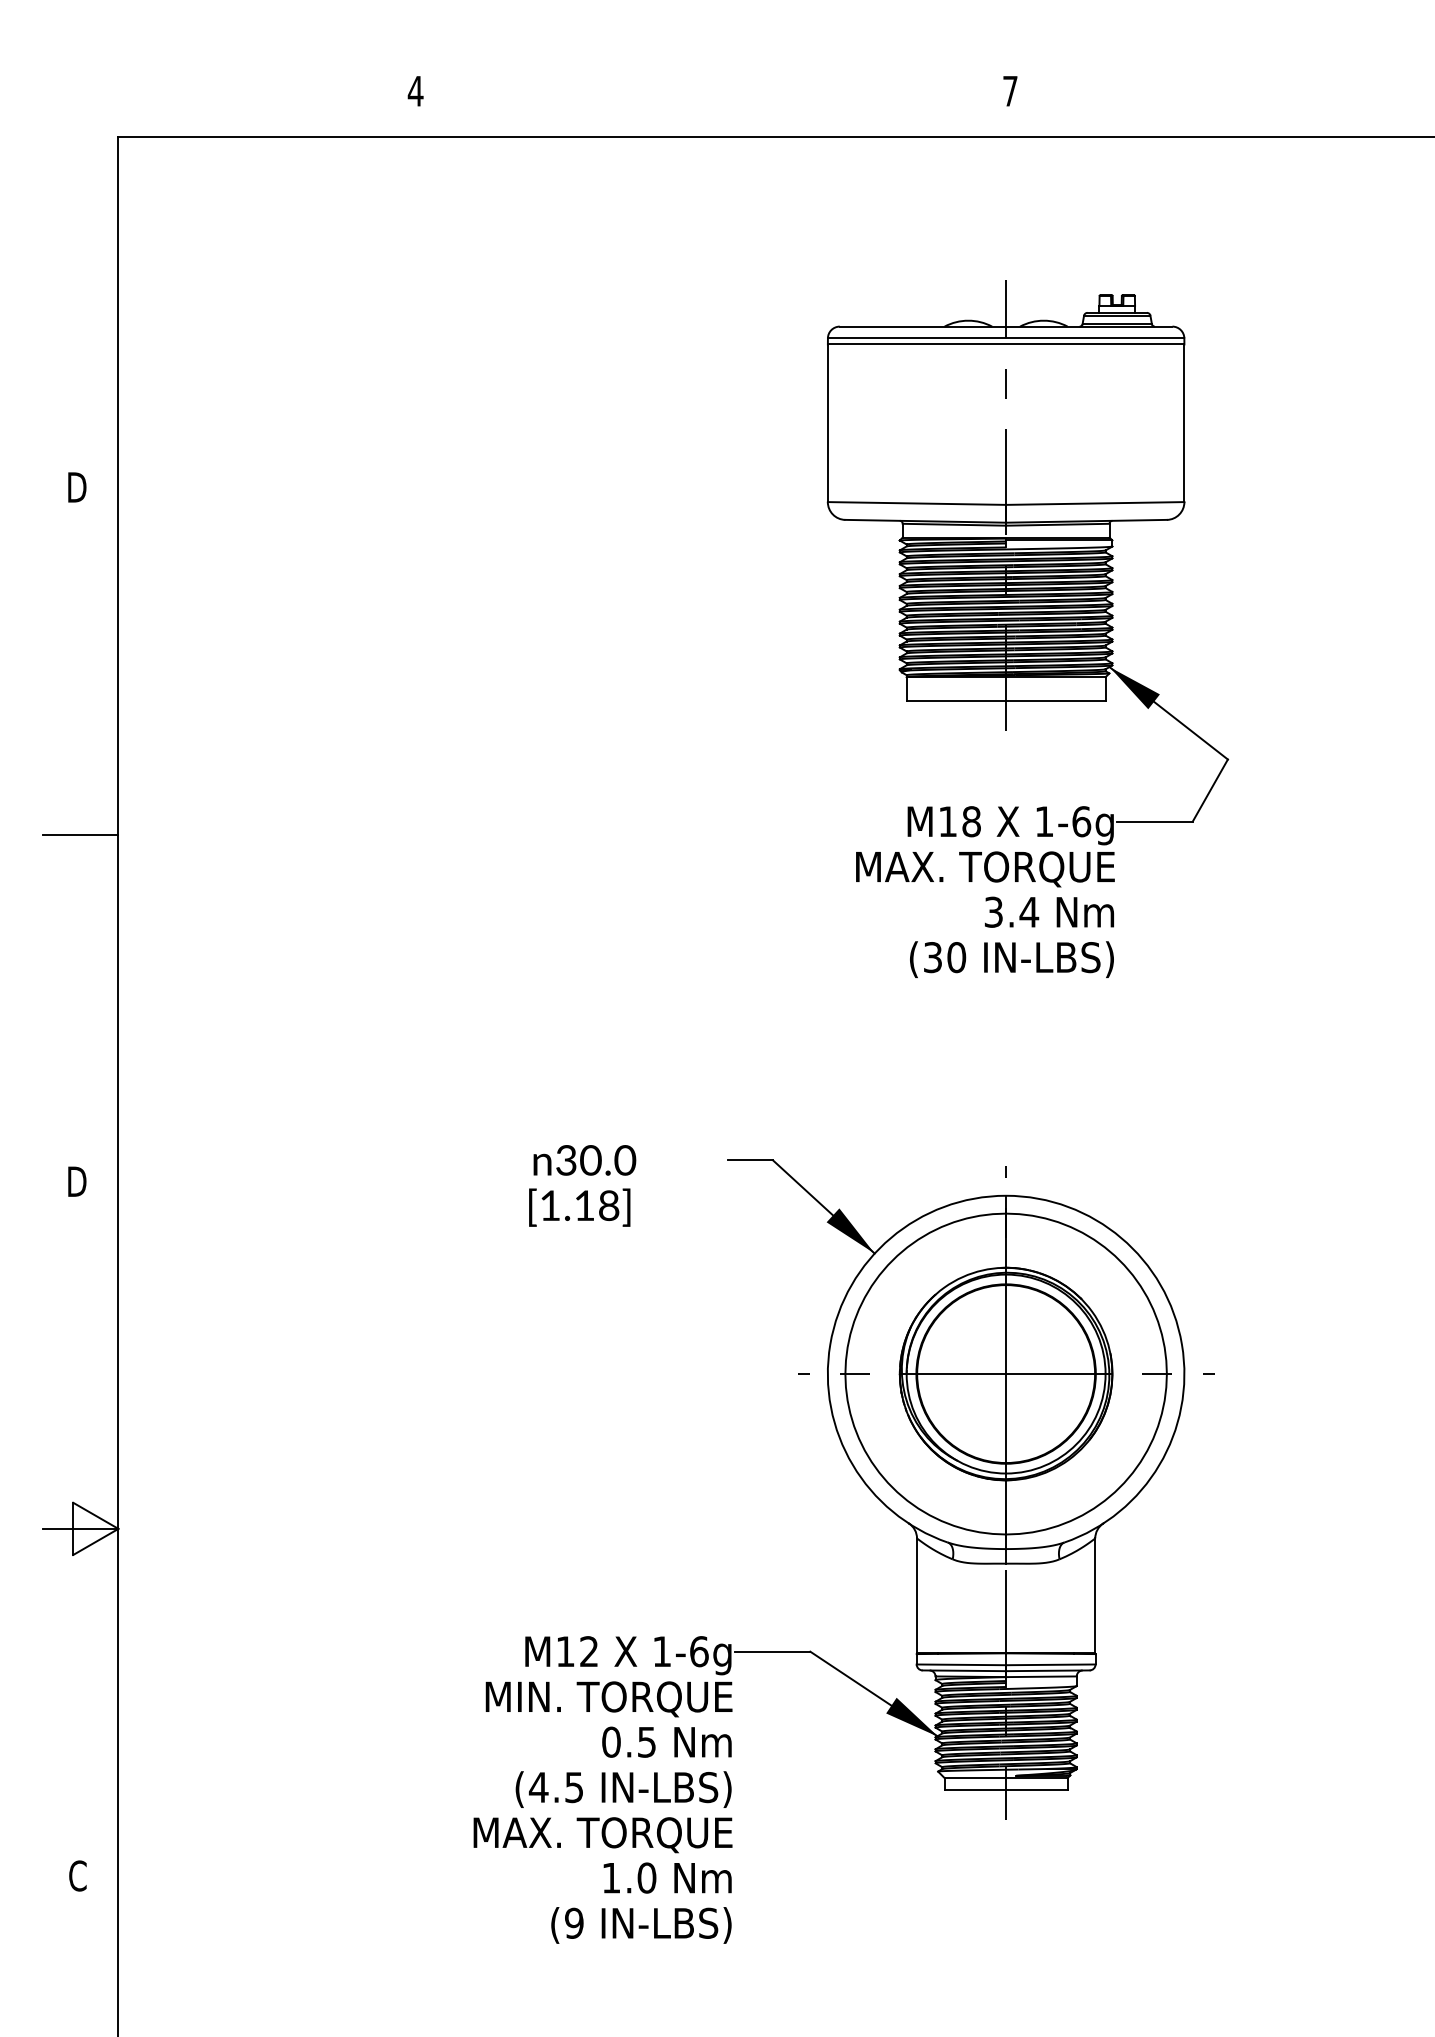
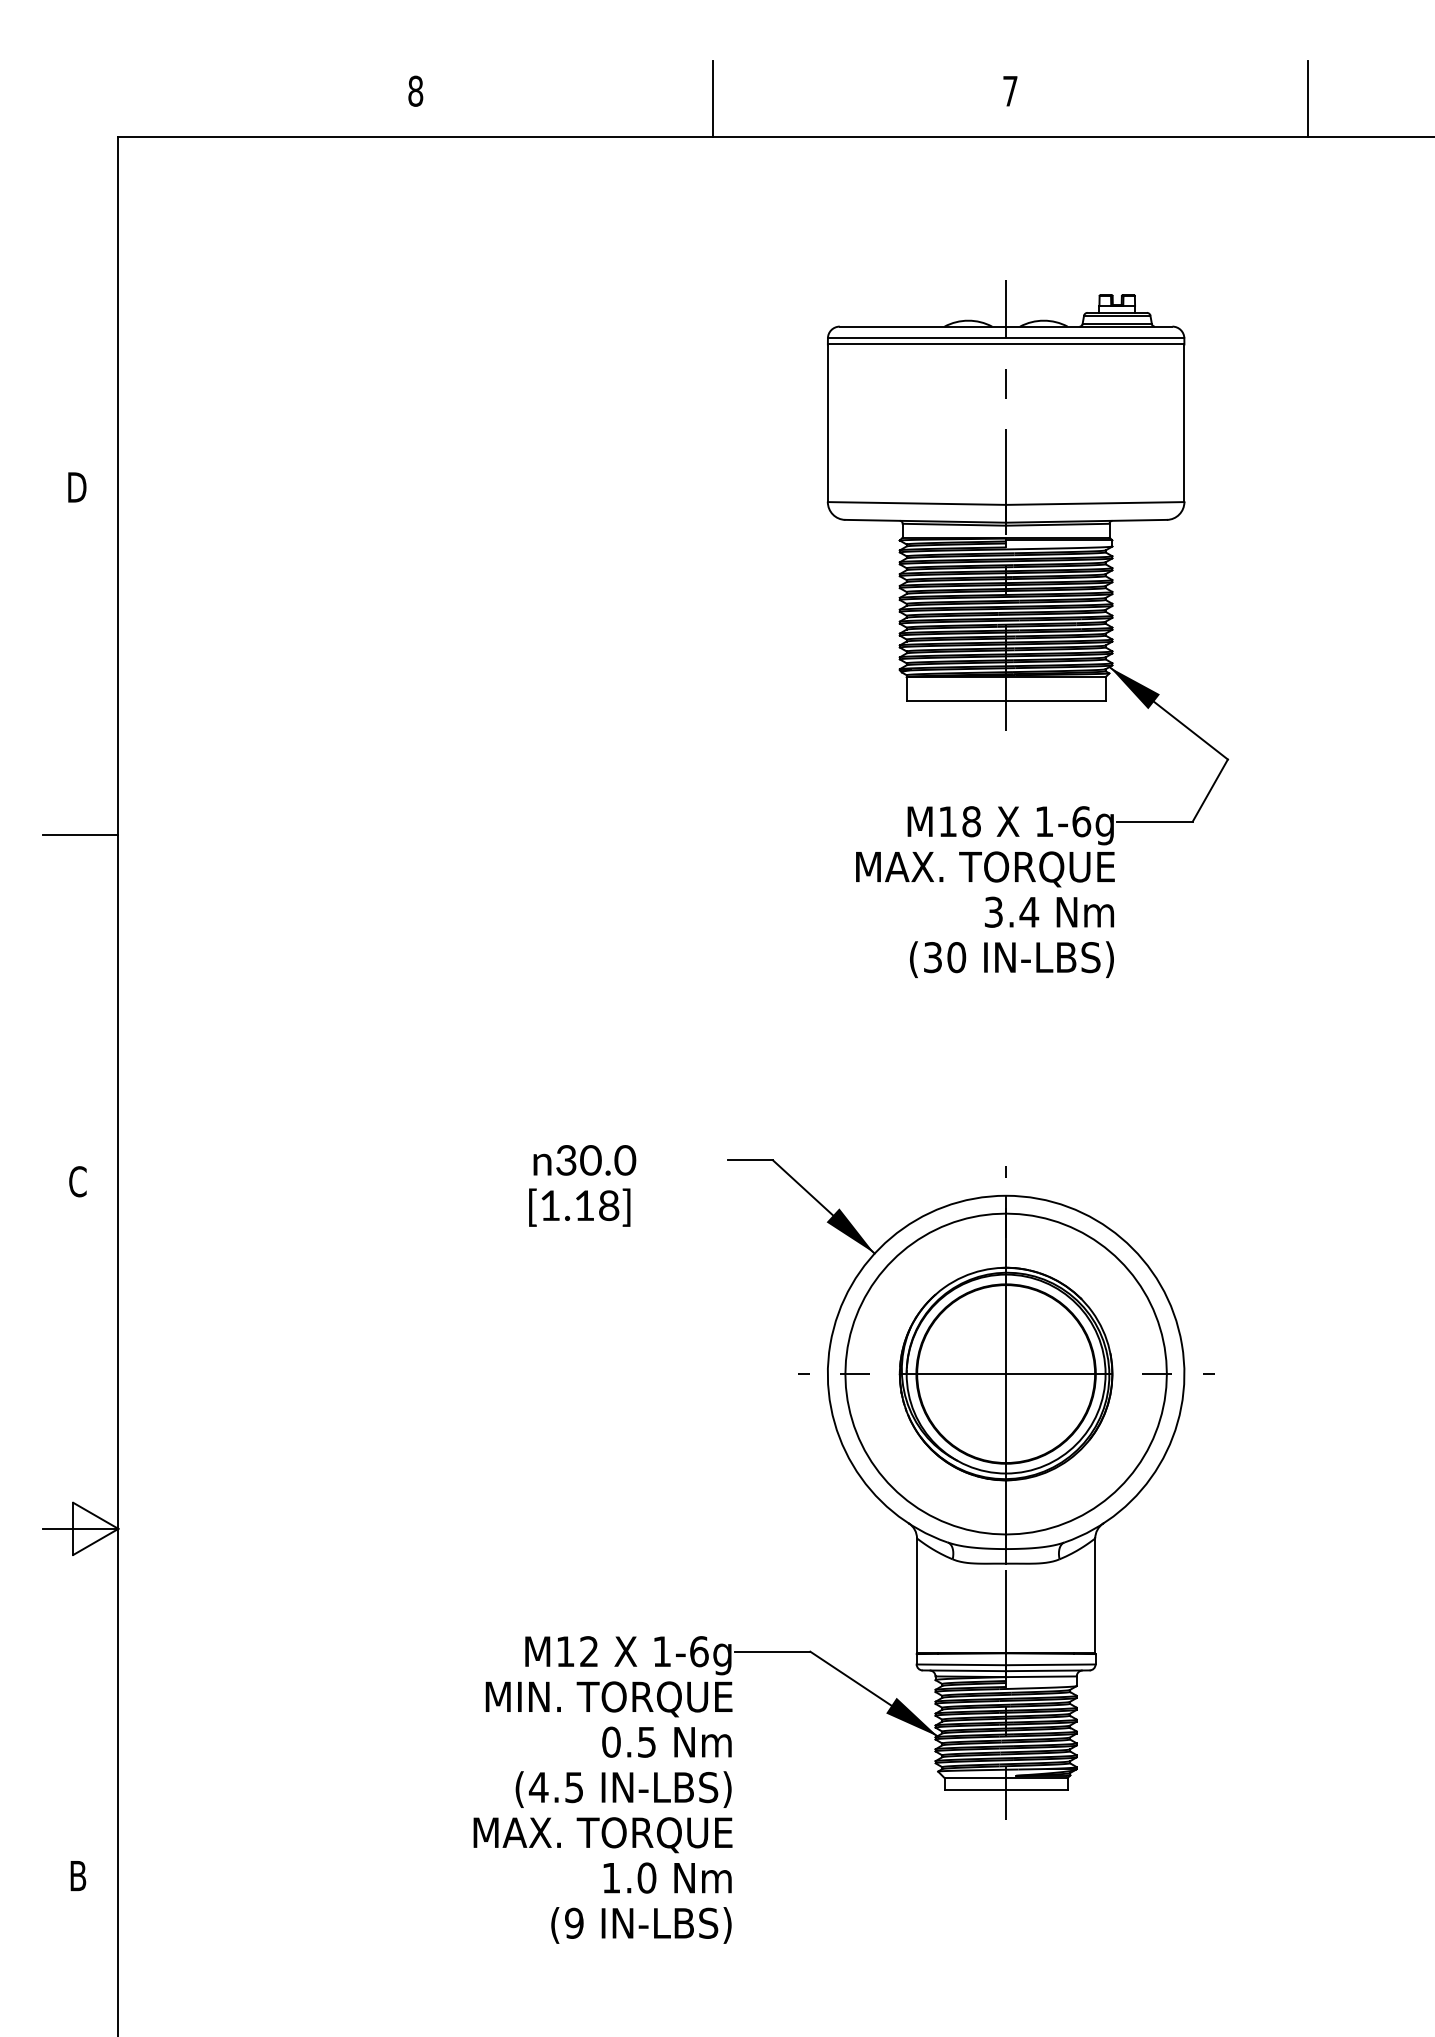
text at (415, 90): 4 -> 8
line at (713, 98): none -> present
line at (1307, 98): none -> present
text at (77, 1181): D -> C
text at (77, 1875): C -> B
